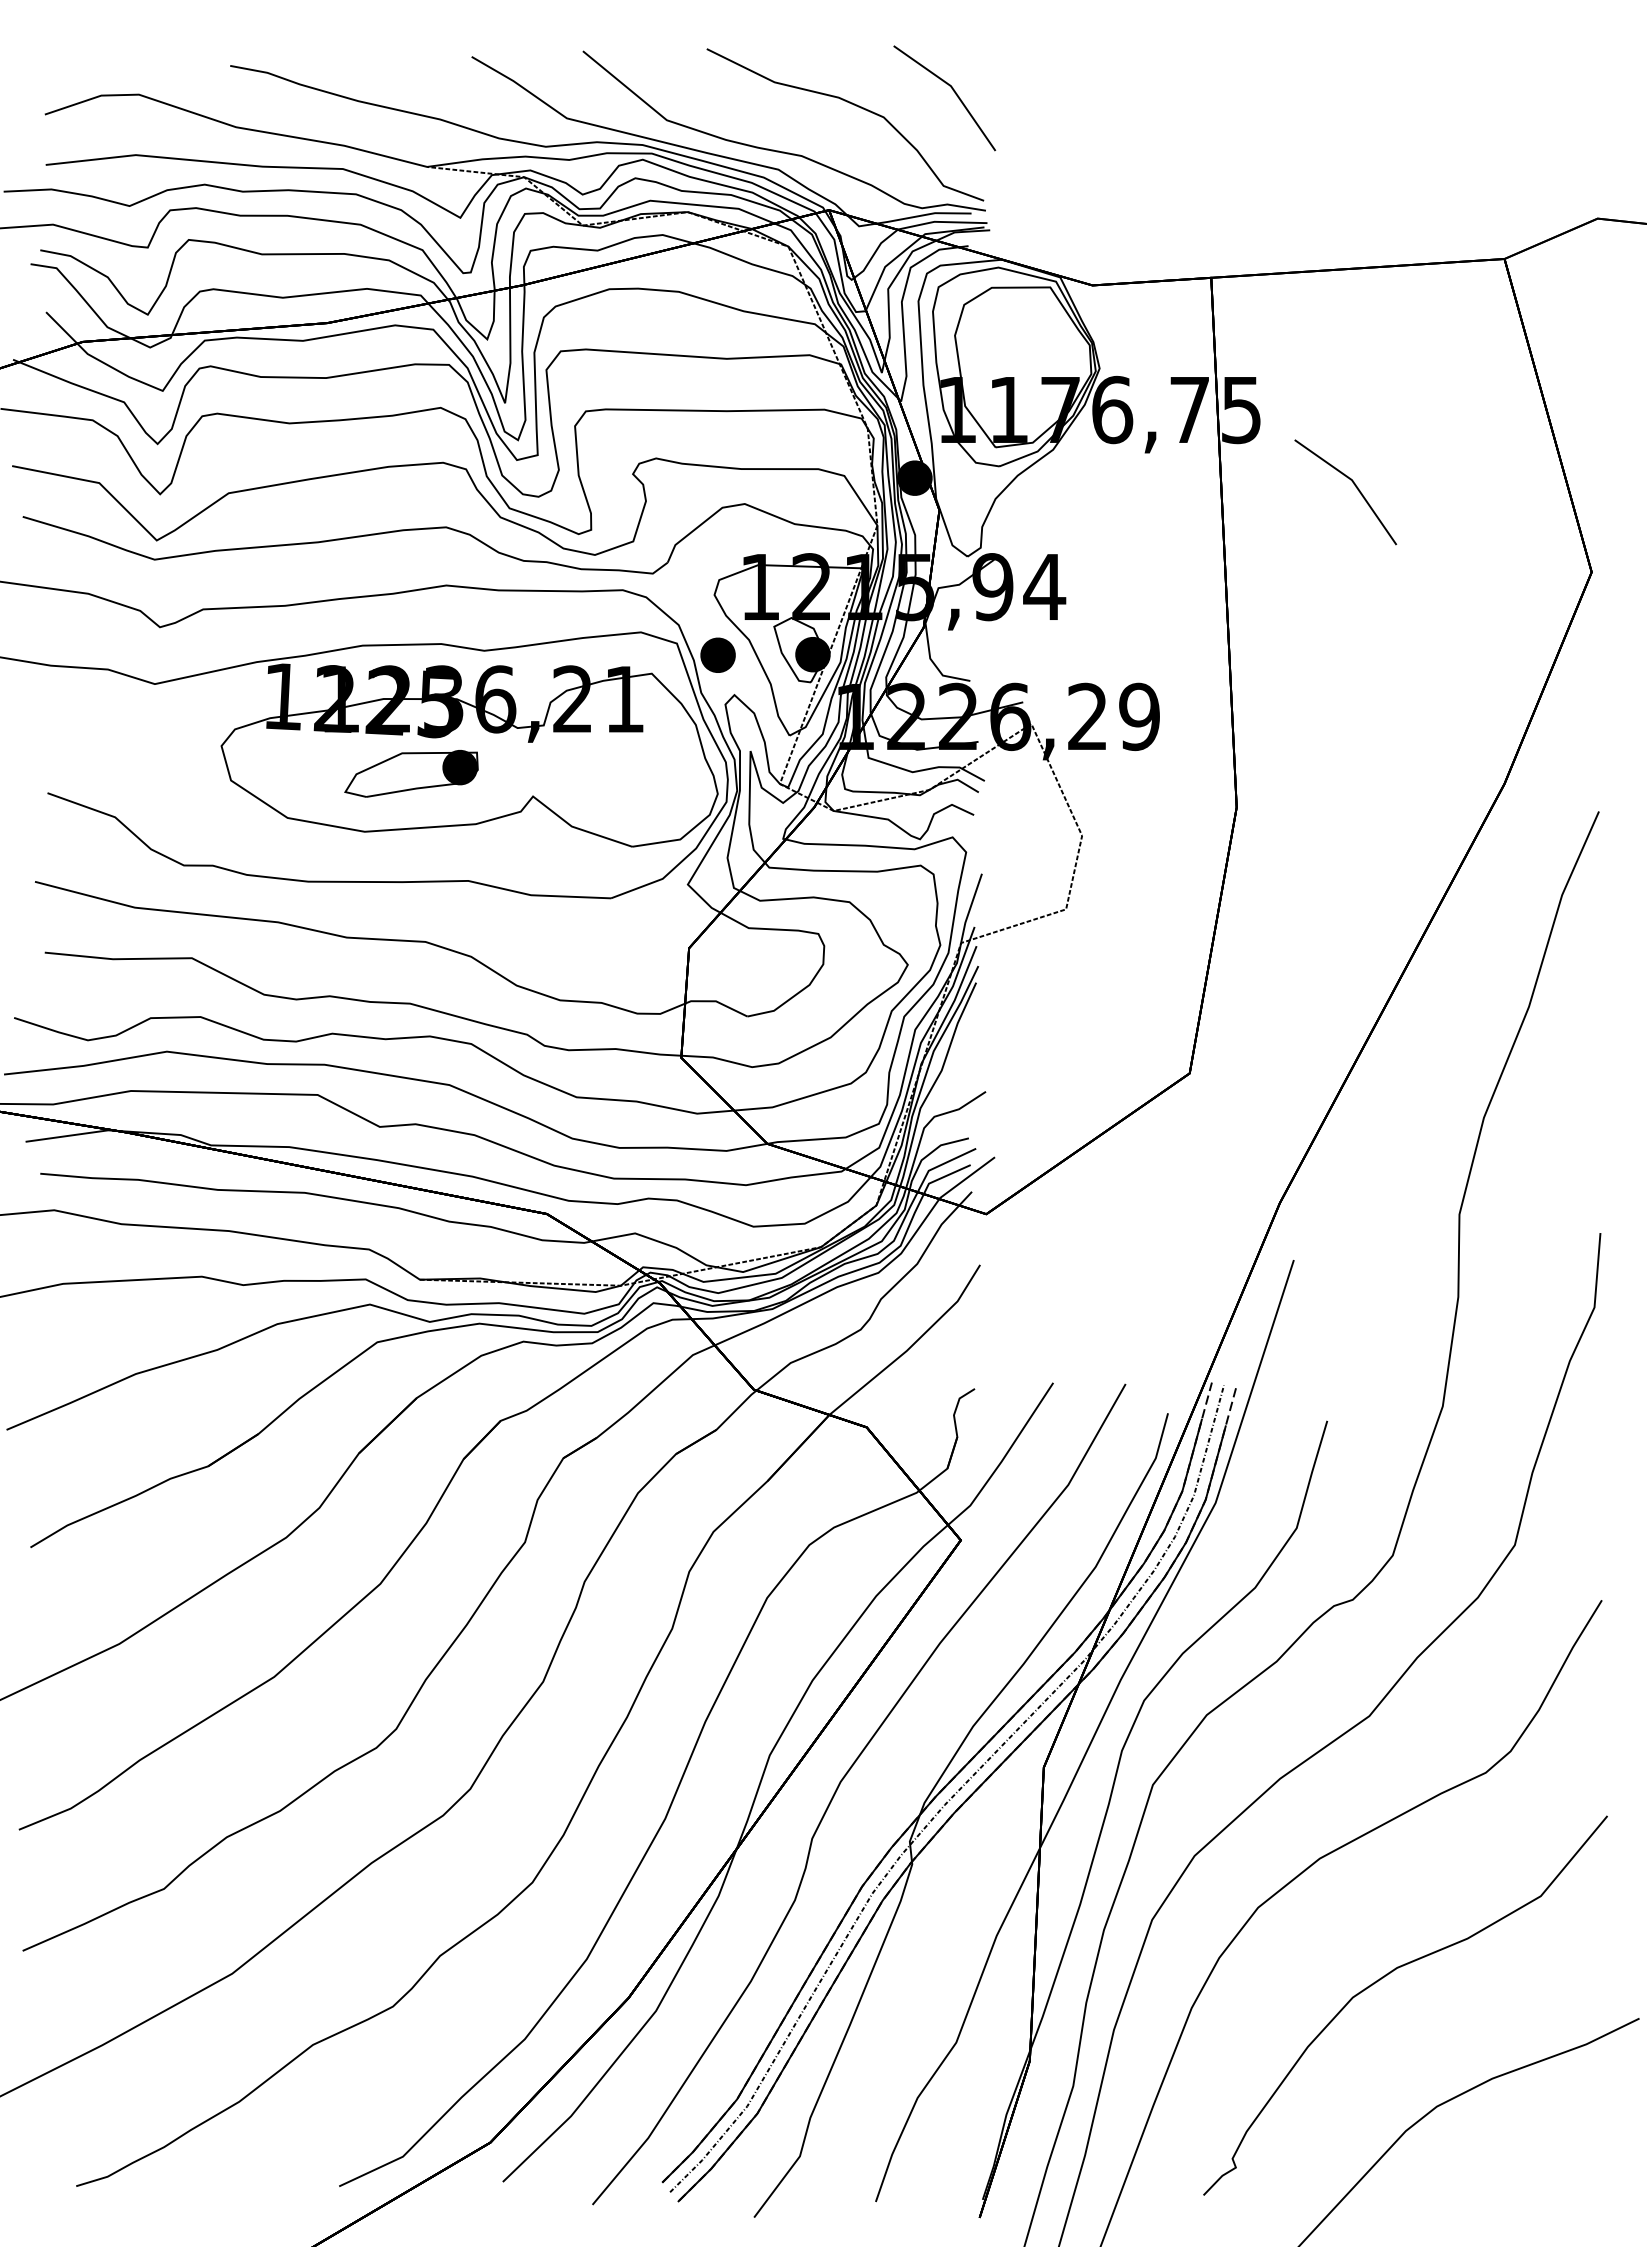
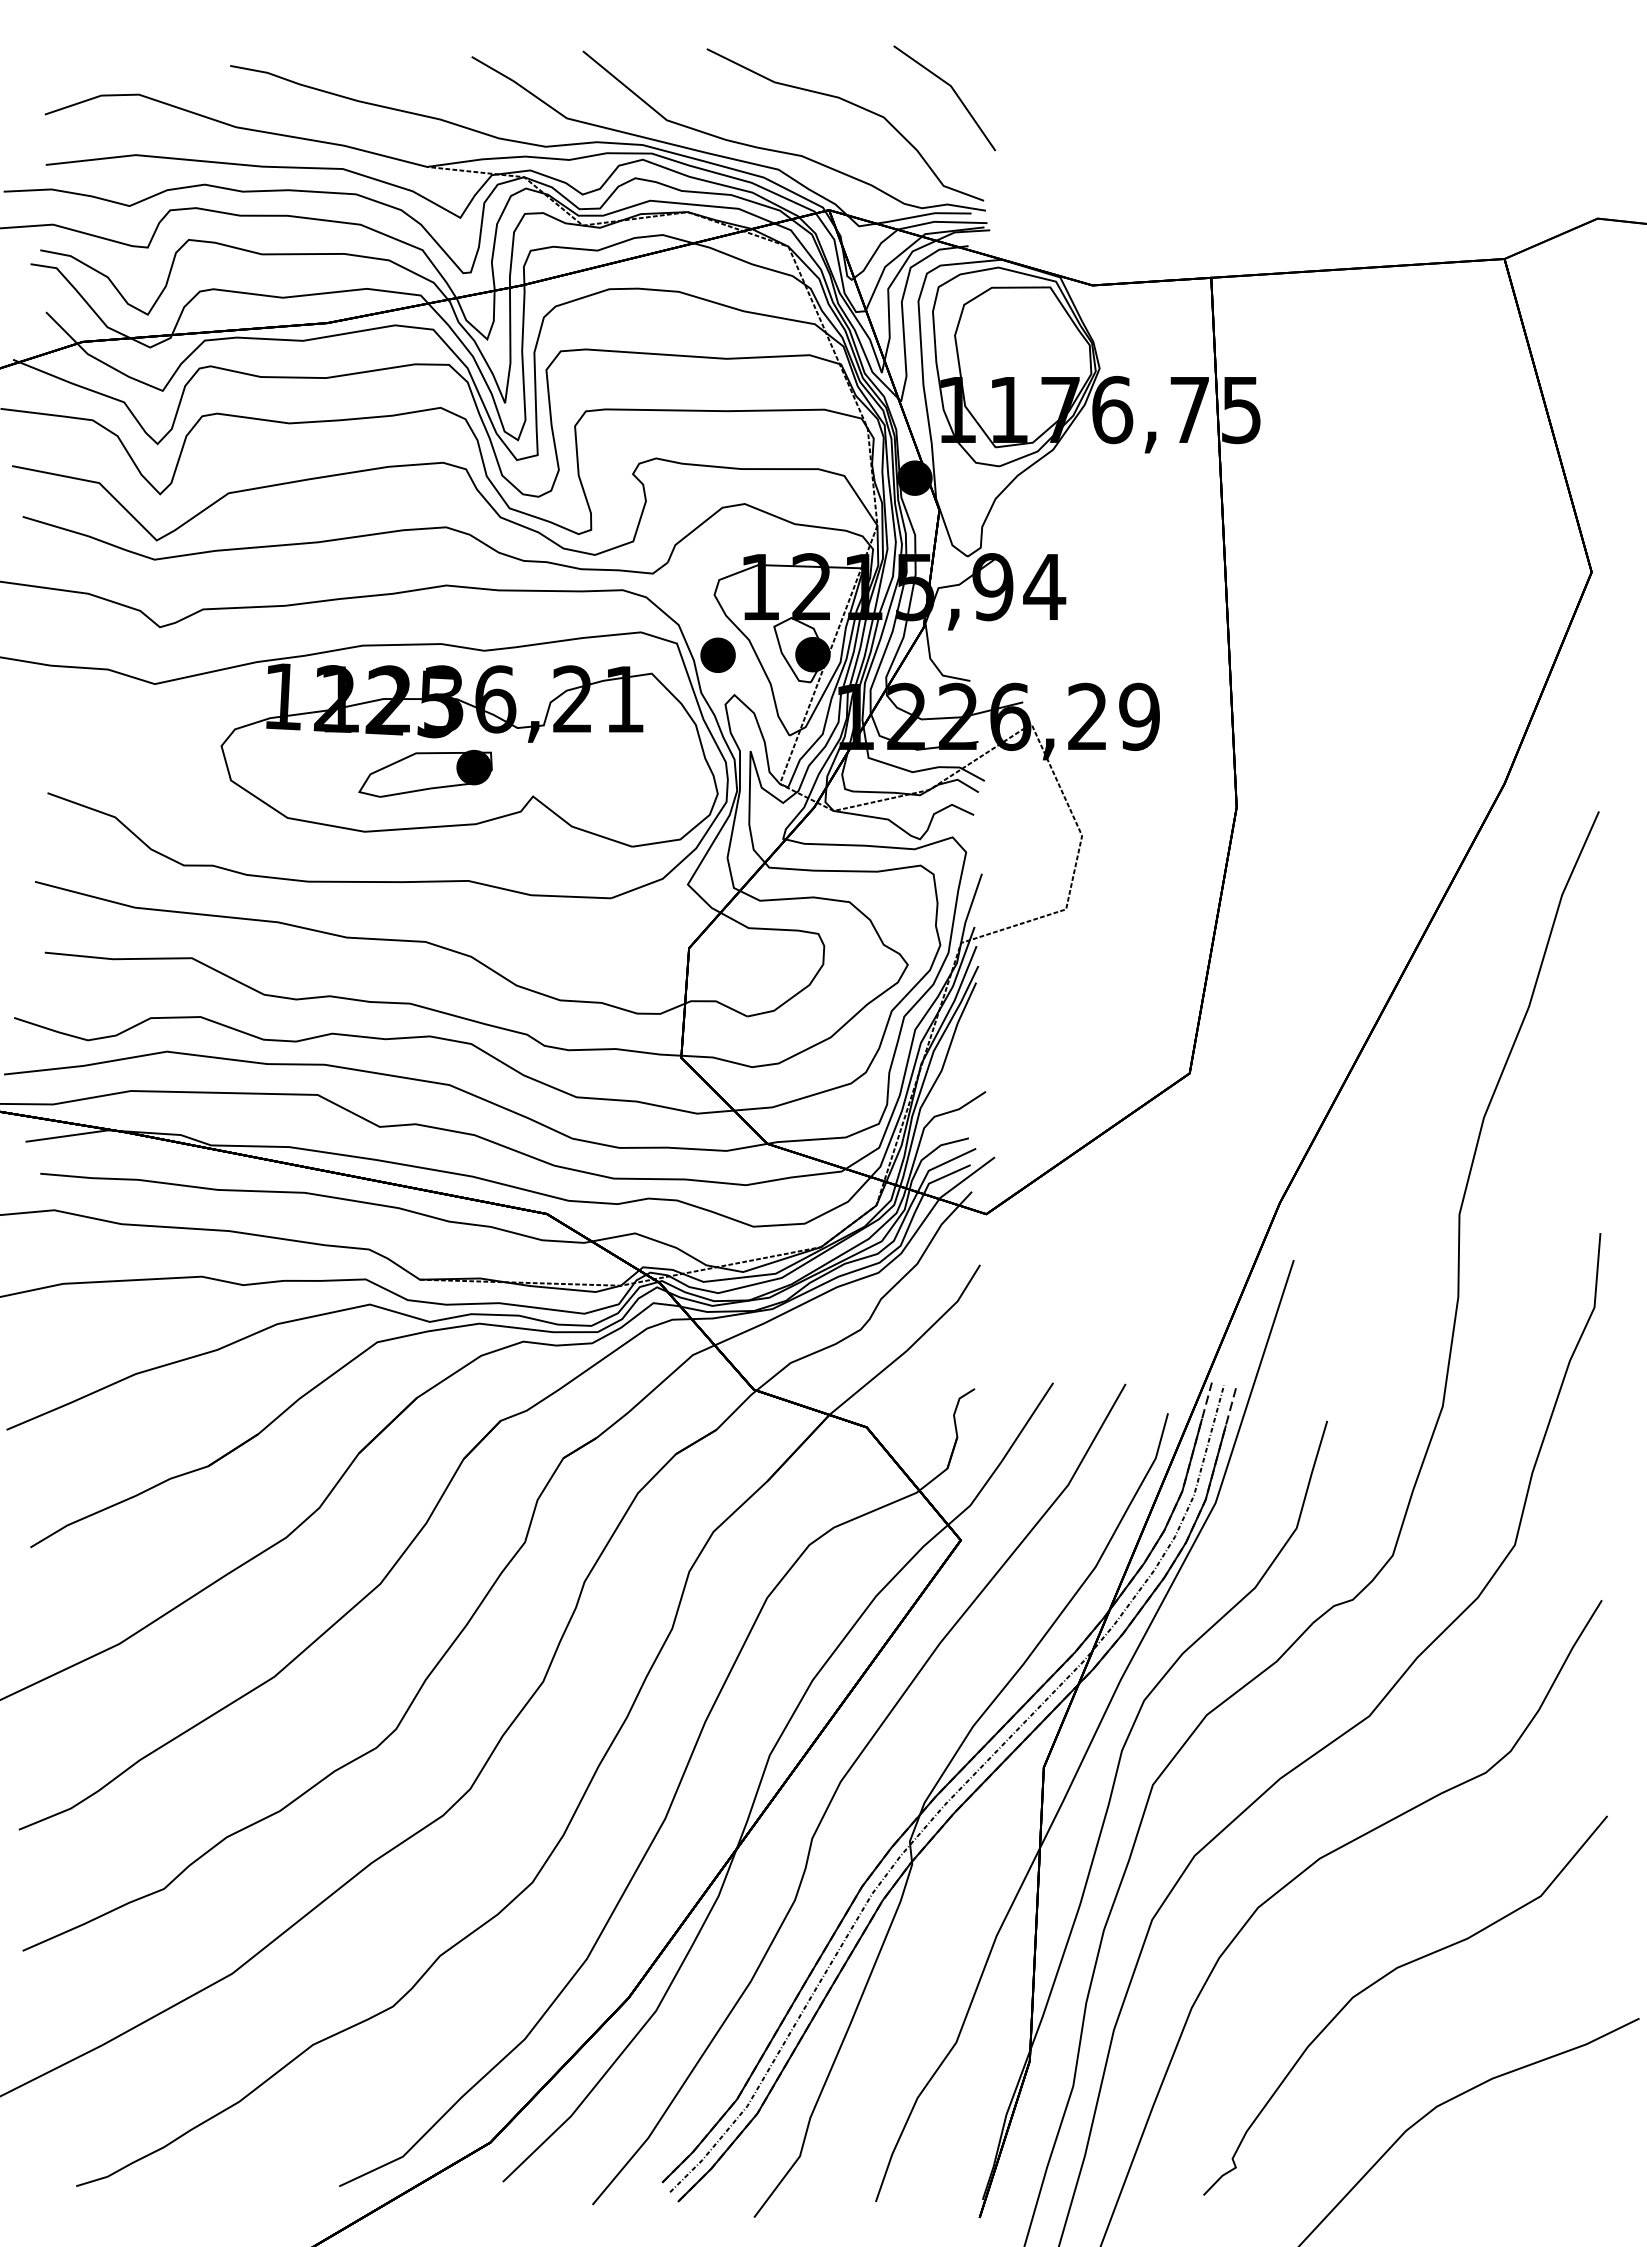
line at (1355, 487): present -> none
part at (411, 773) position: (411, 773) -> (425, 773)
